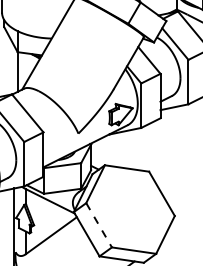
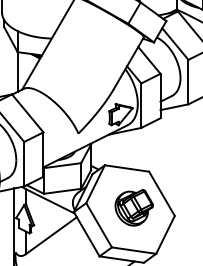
part at (133, 207): none -> present
line at (99, 225): dashed -> solid
